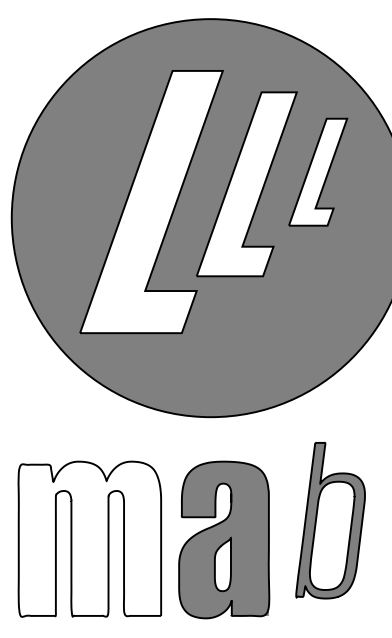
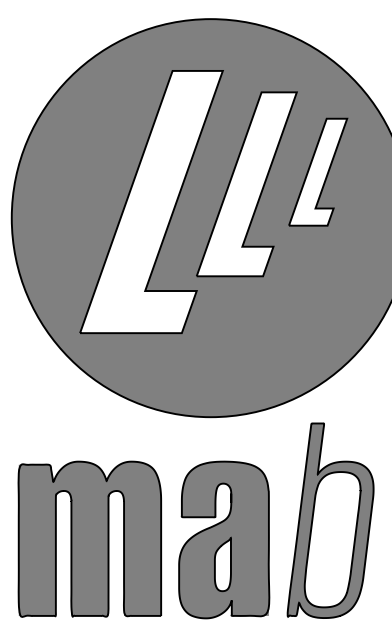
part at (330, 520) size: 71x158 px -> 89x197 px
fill at (89, 538): none -> present
